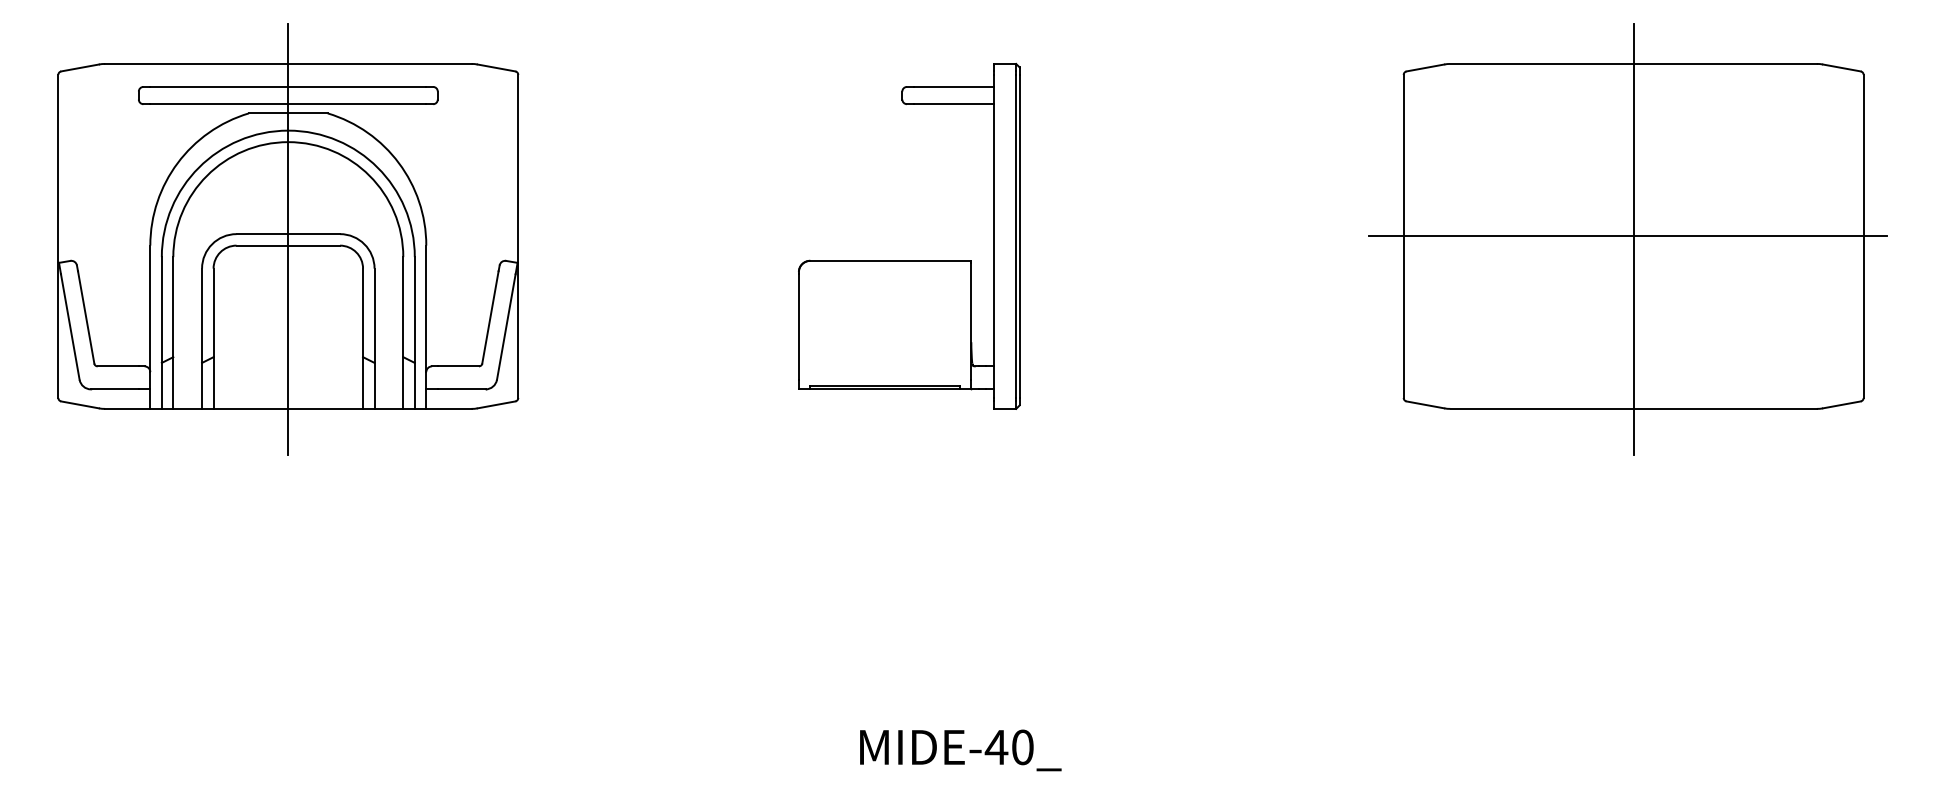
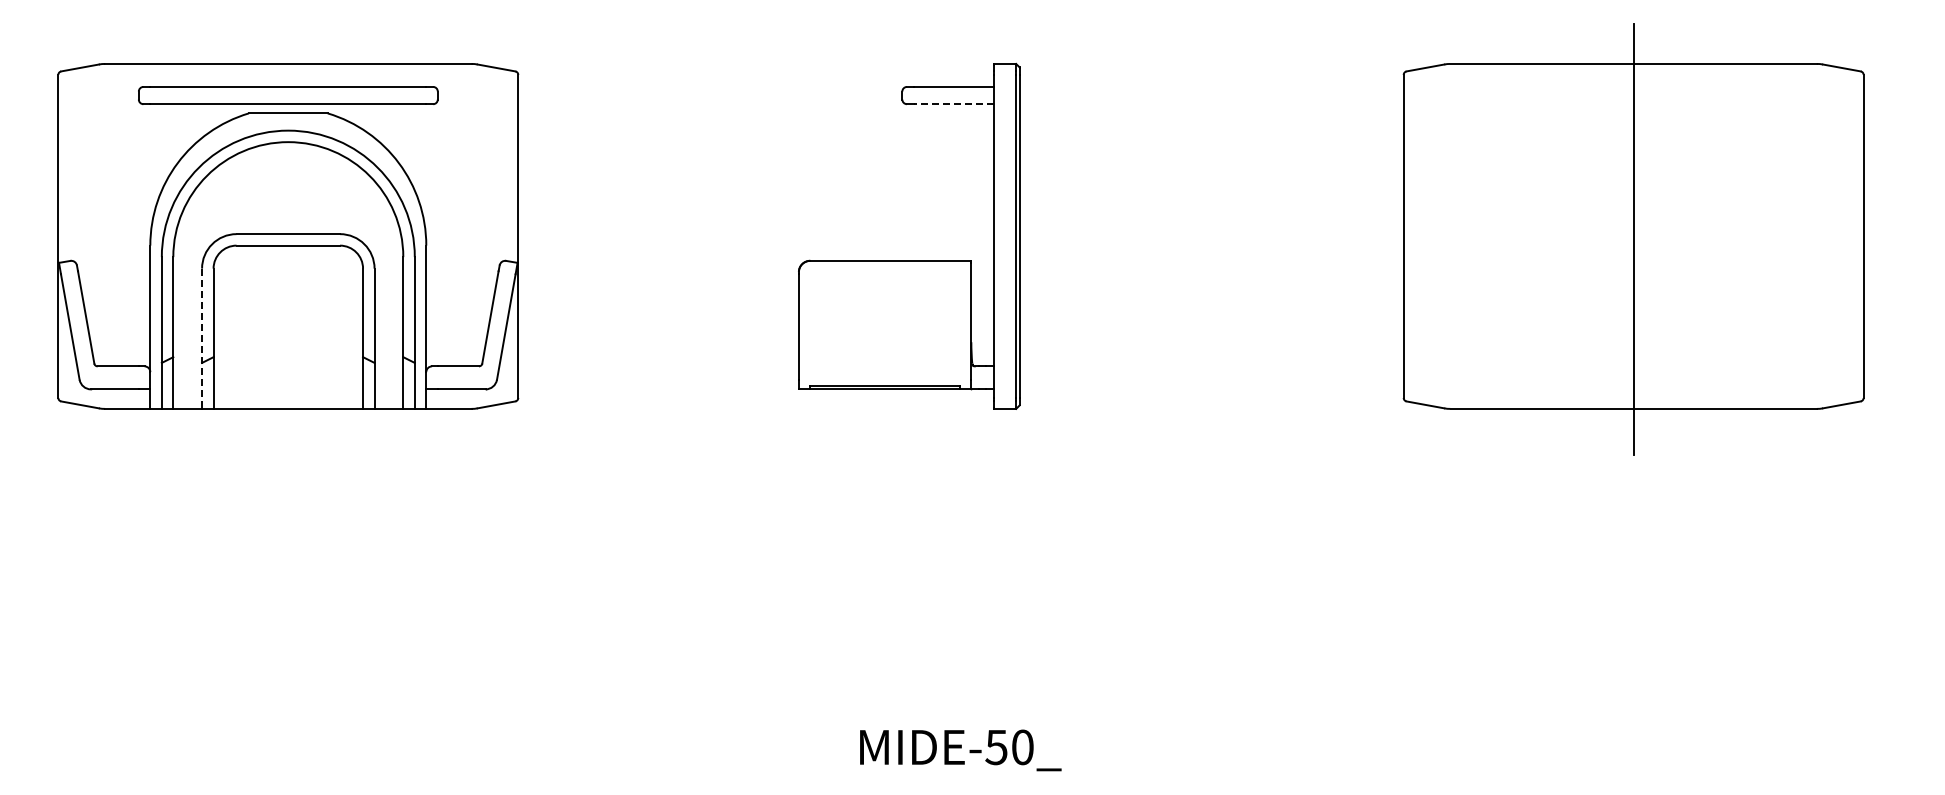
line at (953, 104): solid -> dashed
line at (1627, 236): present -> none
line at (288, 238): present -> none
line at (202, 339): solid -> dashed
text at (996, 747): MIDE-40_ -> MIDE-50_
